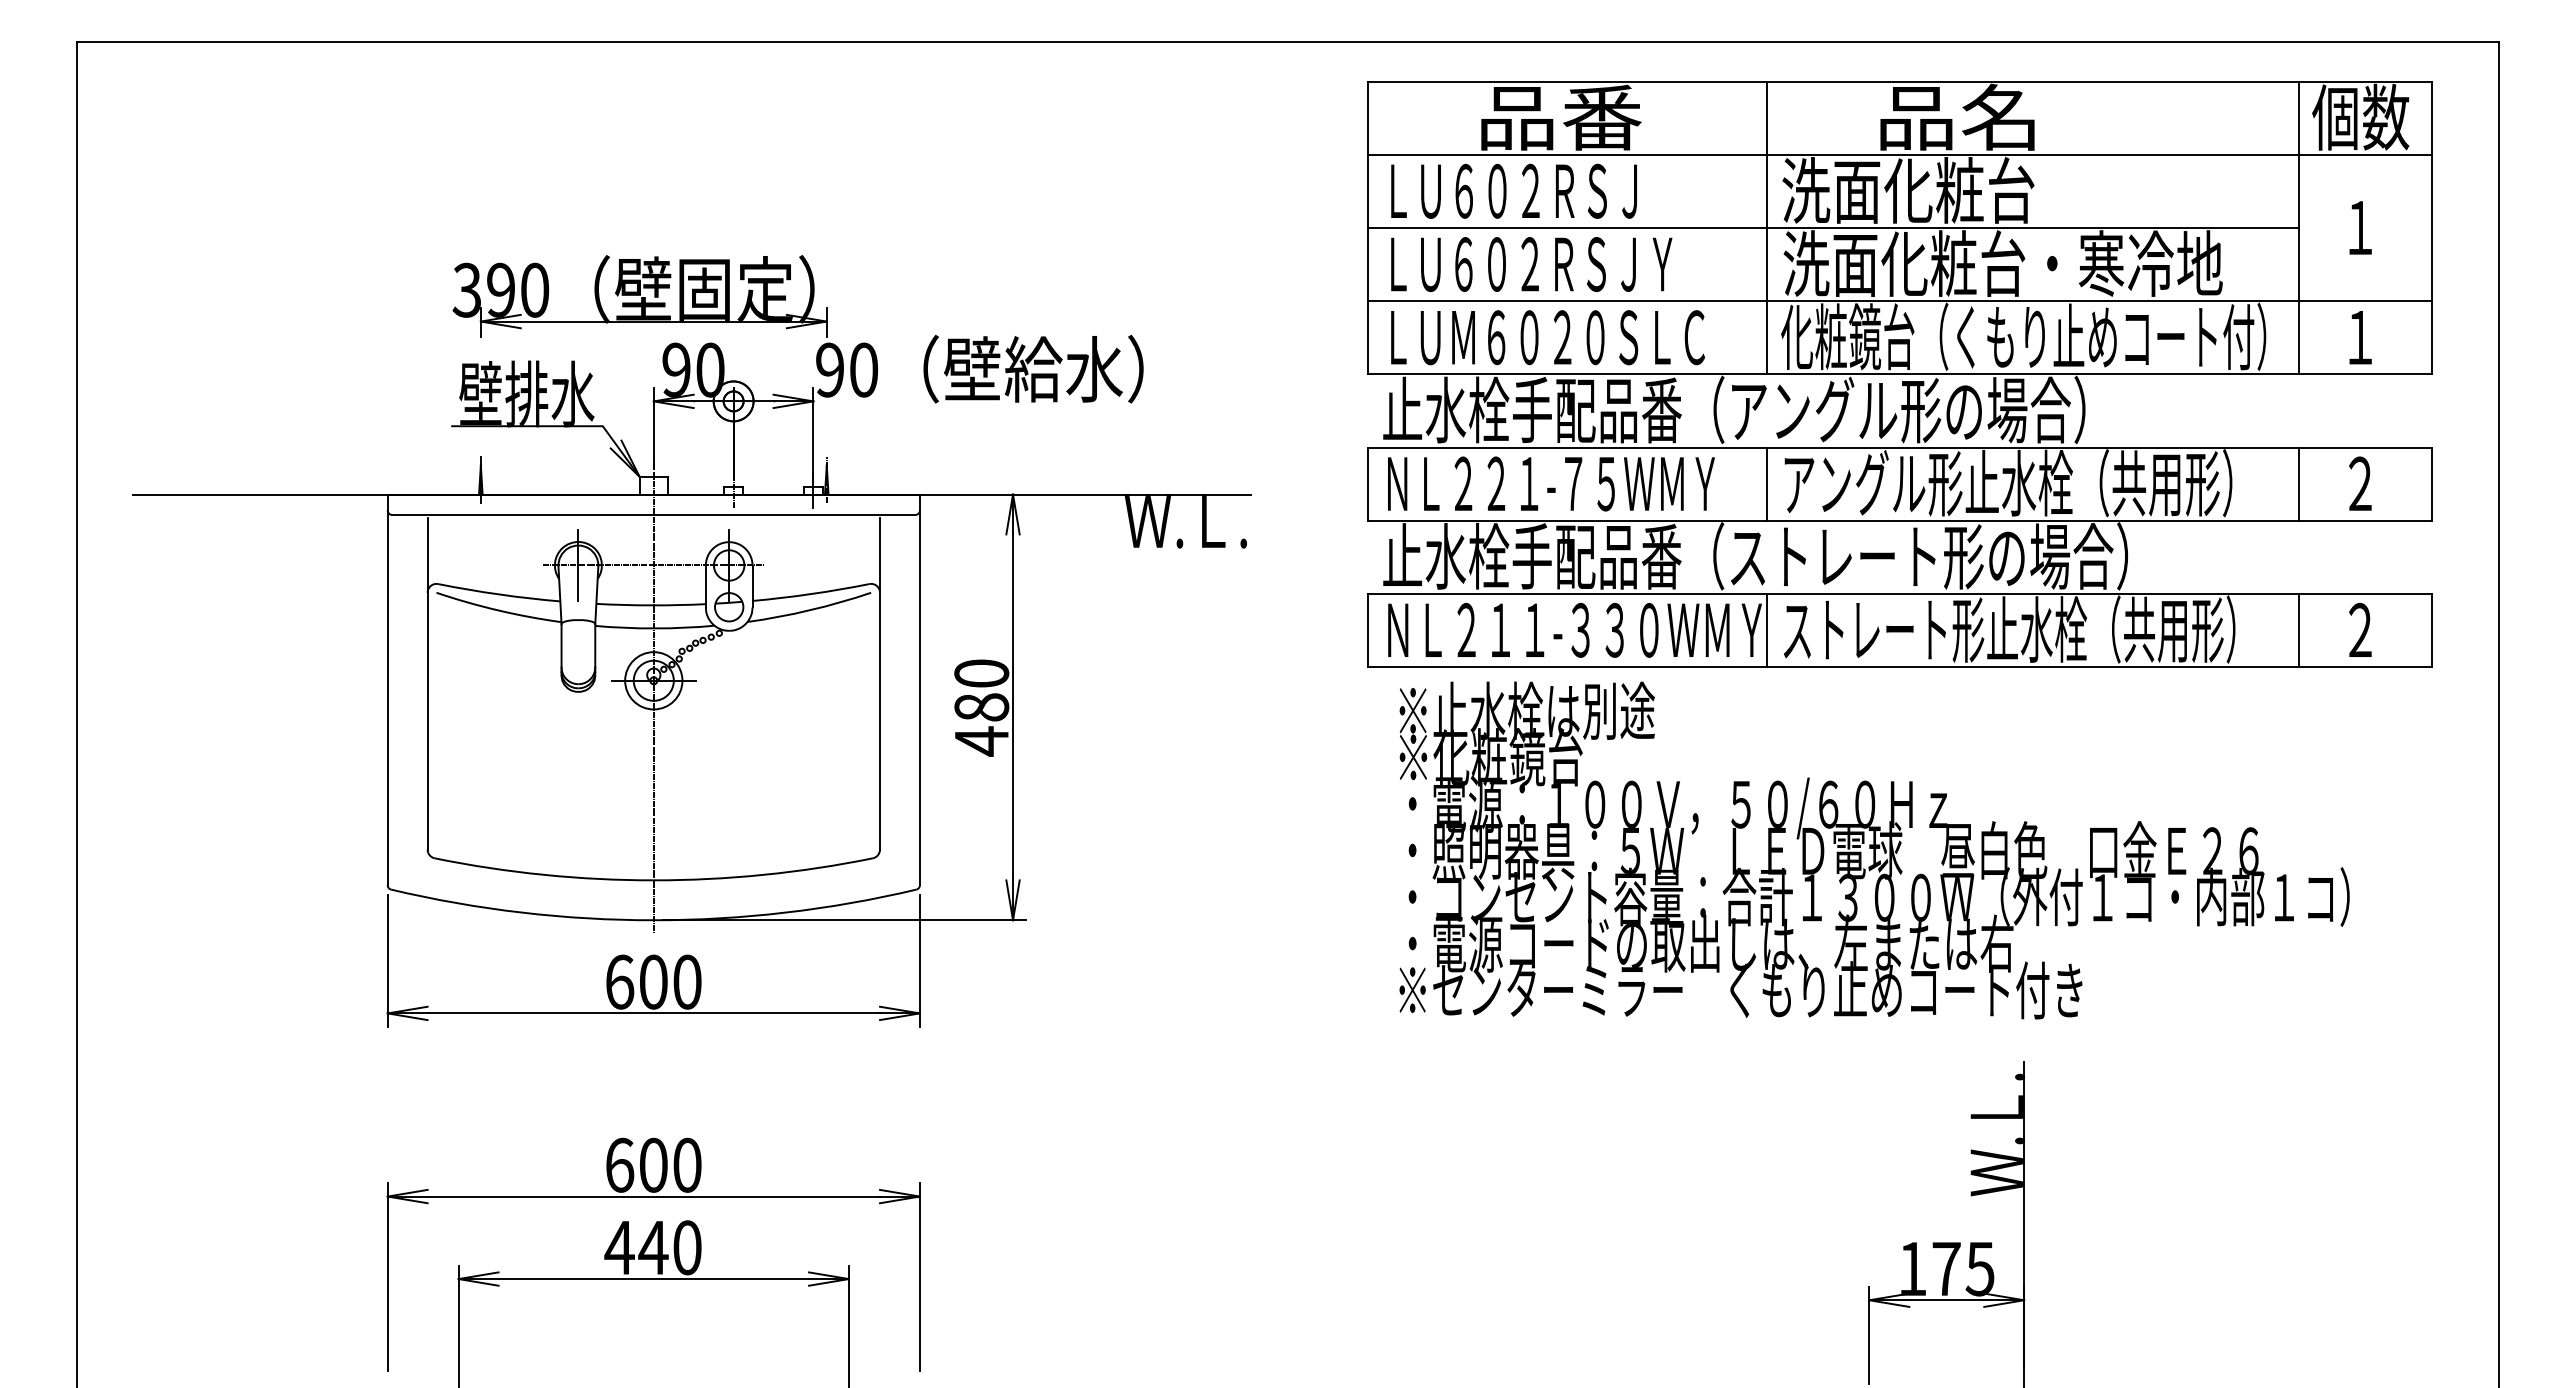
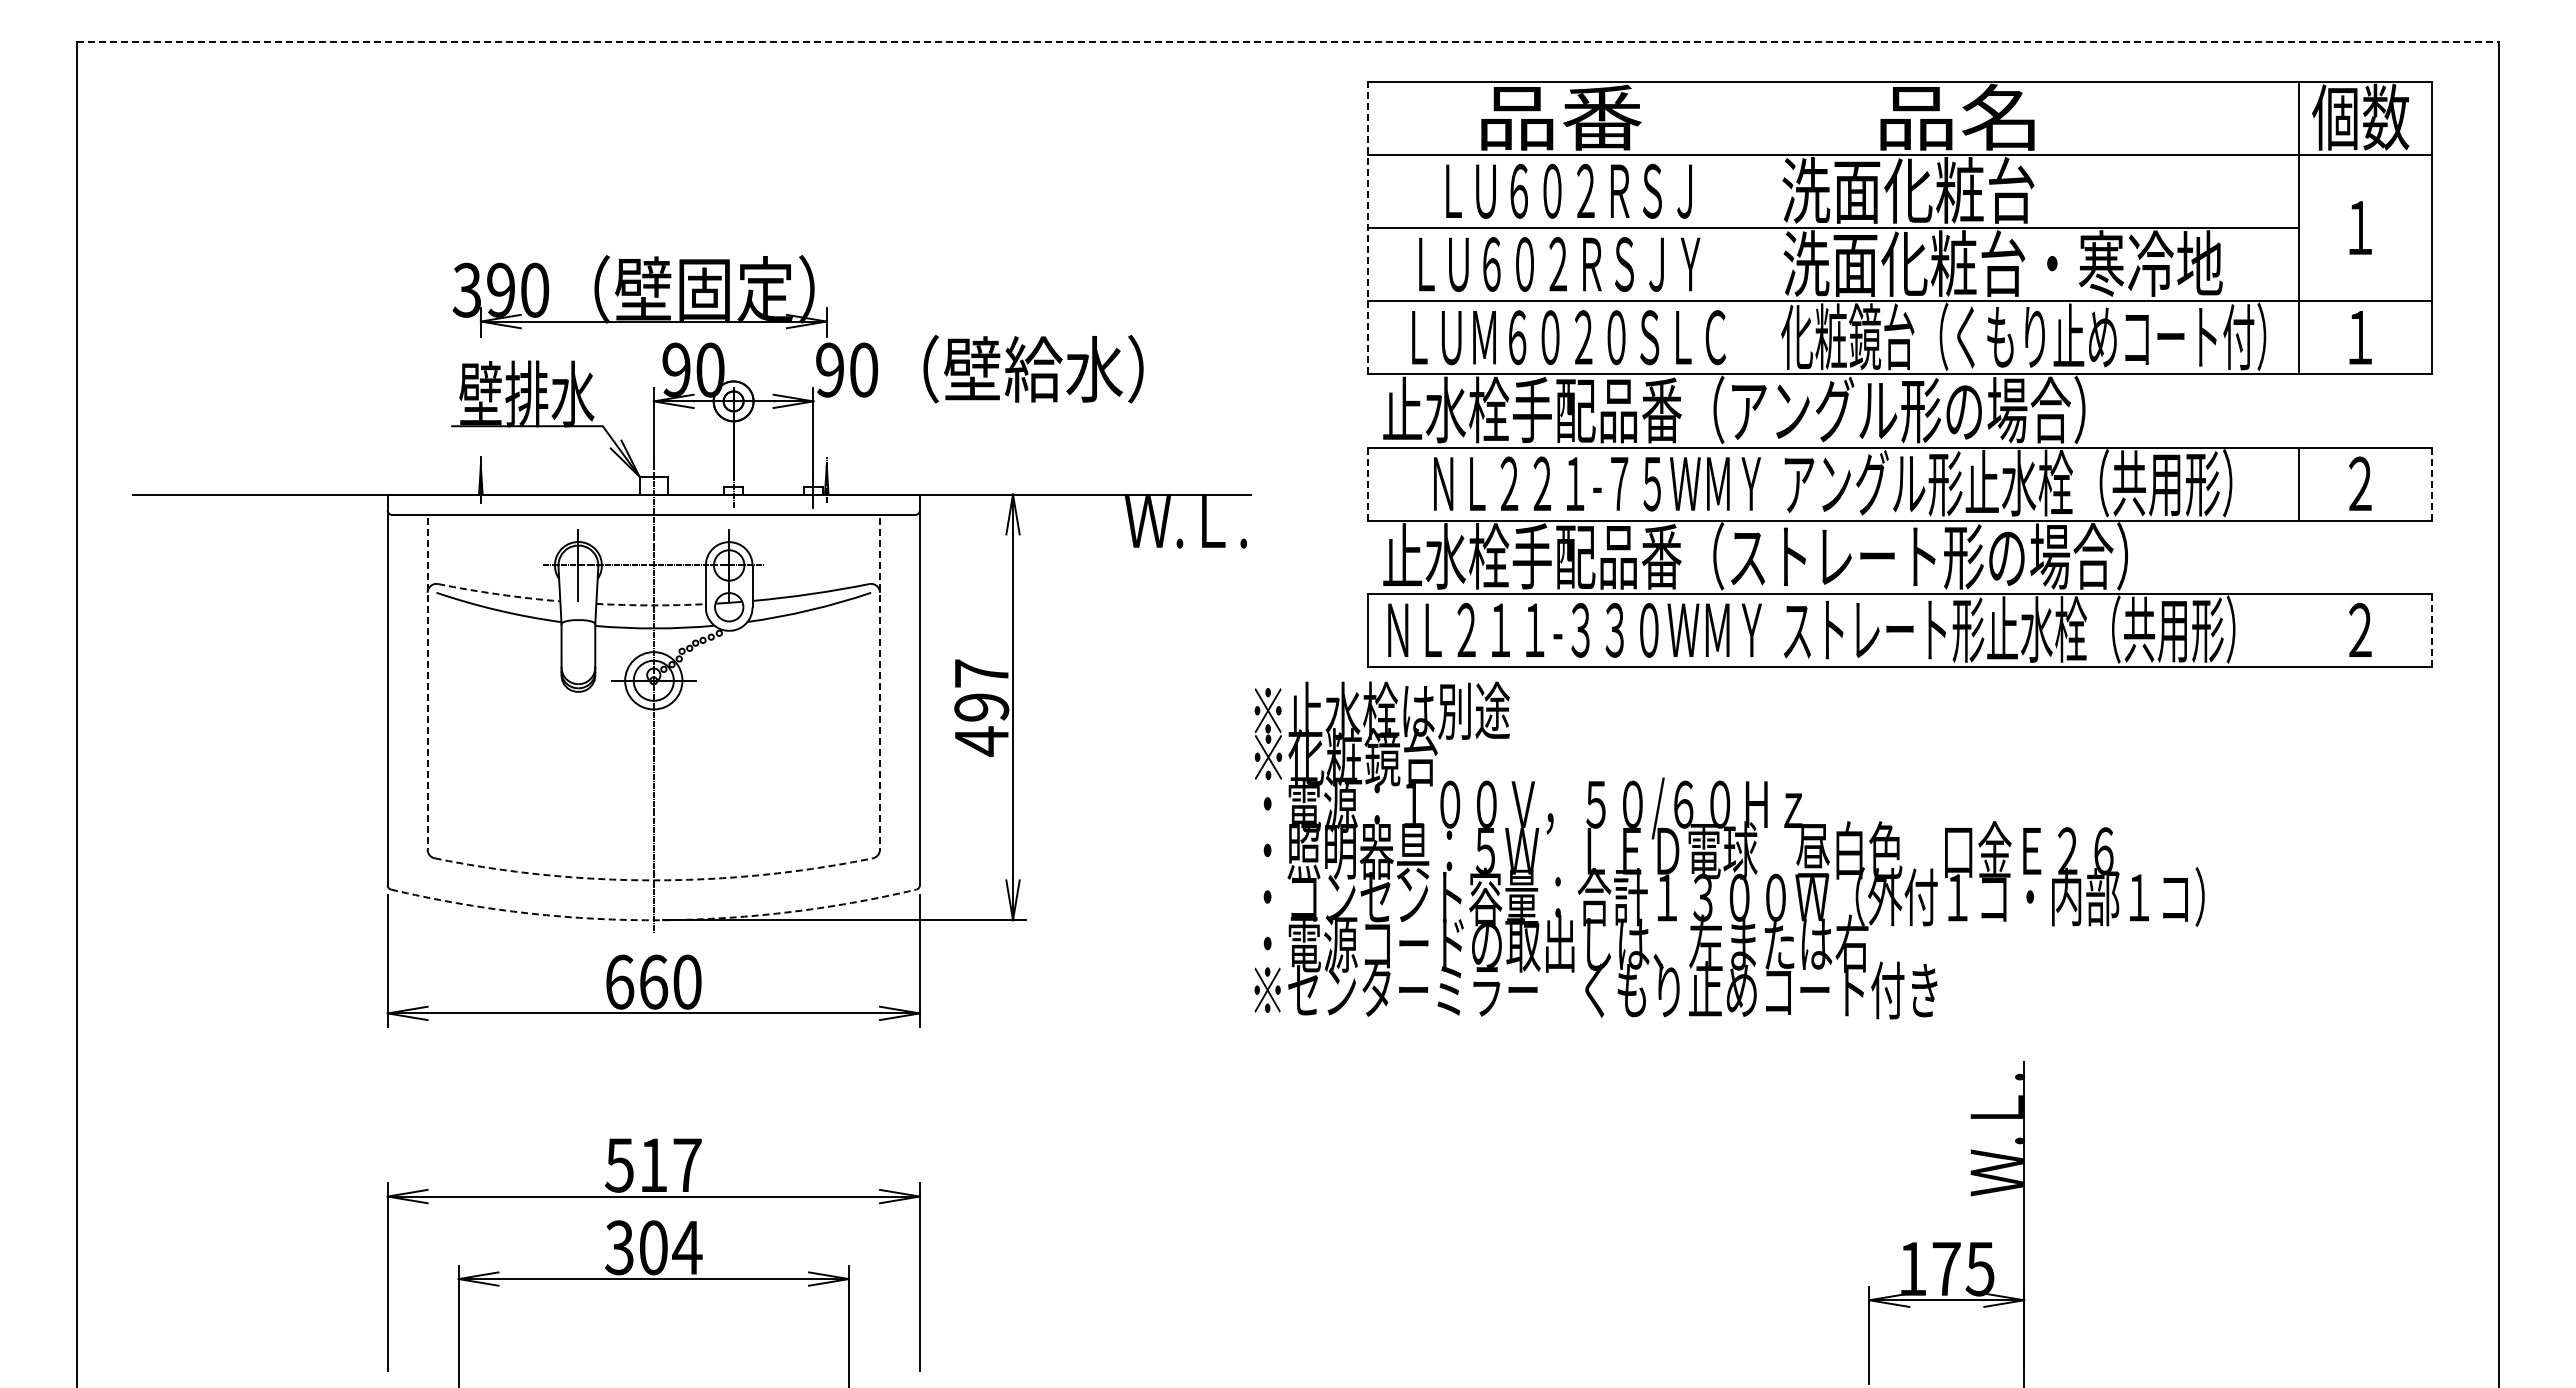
line at (1288, 41): solid -> dashed
text at (1513, 190) position: (1513, 190) -> (1568, 190)
line at (1367, 227): solid -> dashed
line at (1766, 227): present -> none
text at (1531, 264) position: (1531, 264) -> (1559, 264)
text at (1547, 337) position: (1547, 337) -> (1568, 337)
text at (1551, 483) position: (1551, 483) -> (1597, 483)
line at (1766, 483): present -> none
line at (1367, 484): solid -> dashed
line at (2432, 484): solid -> dashed
arc at (499, 594): solid -> dashed
arc at (651, 605): solid -> dashed
line at (1766, 630): present -> none
line at (2299, 630): present -> none
line at (2432, 630): solid -> dashed
line at (427, 684): solid -> dashed
line at (879, 684): solid -> dashed
text at (981, 690): 480 -> 497
text at (1874, 850) position: (1874, 850) -> (1729, 850)
arc at (653, 880): solid -> dashed
arc at (653, 920): solid -> dashed
text at (654, 981): 600 -> 660
text at (652, 1164): 600 -> 517
text at (653, 1247): 440 -> 304
